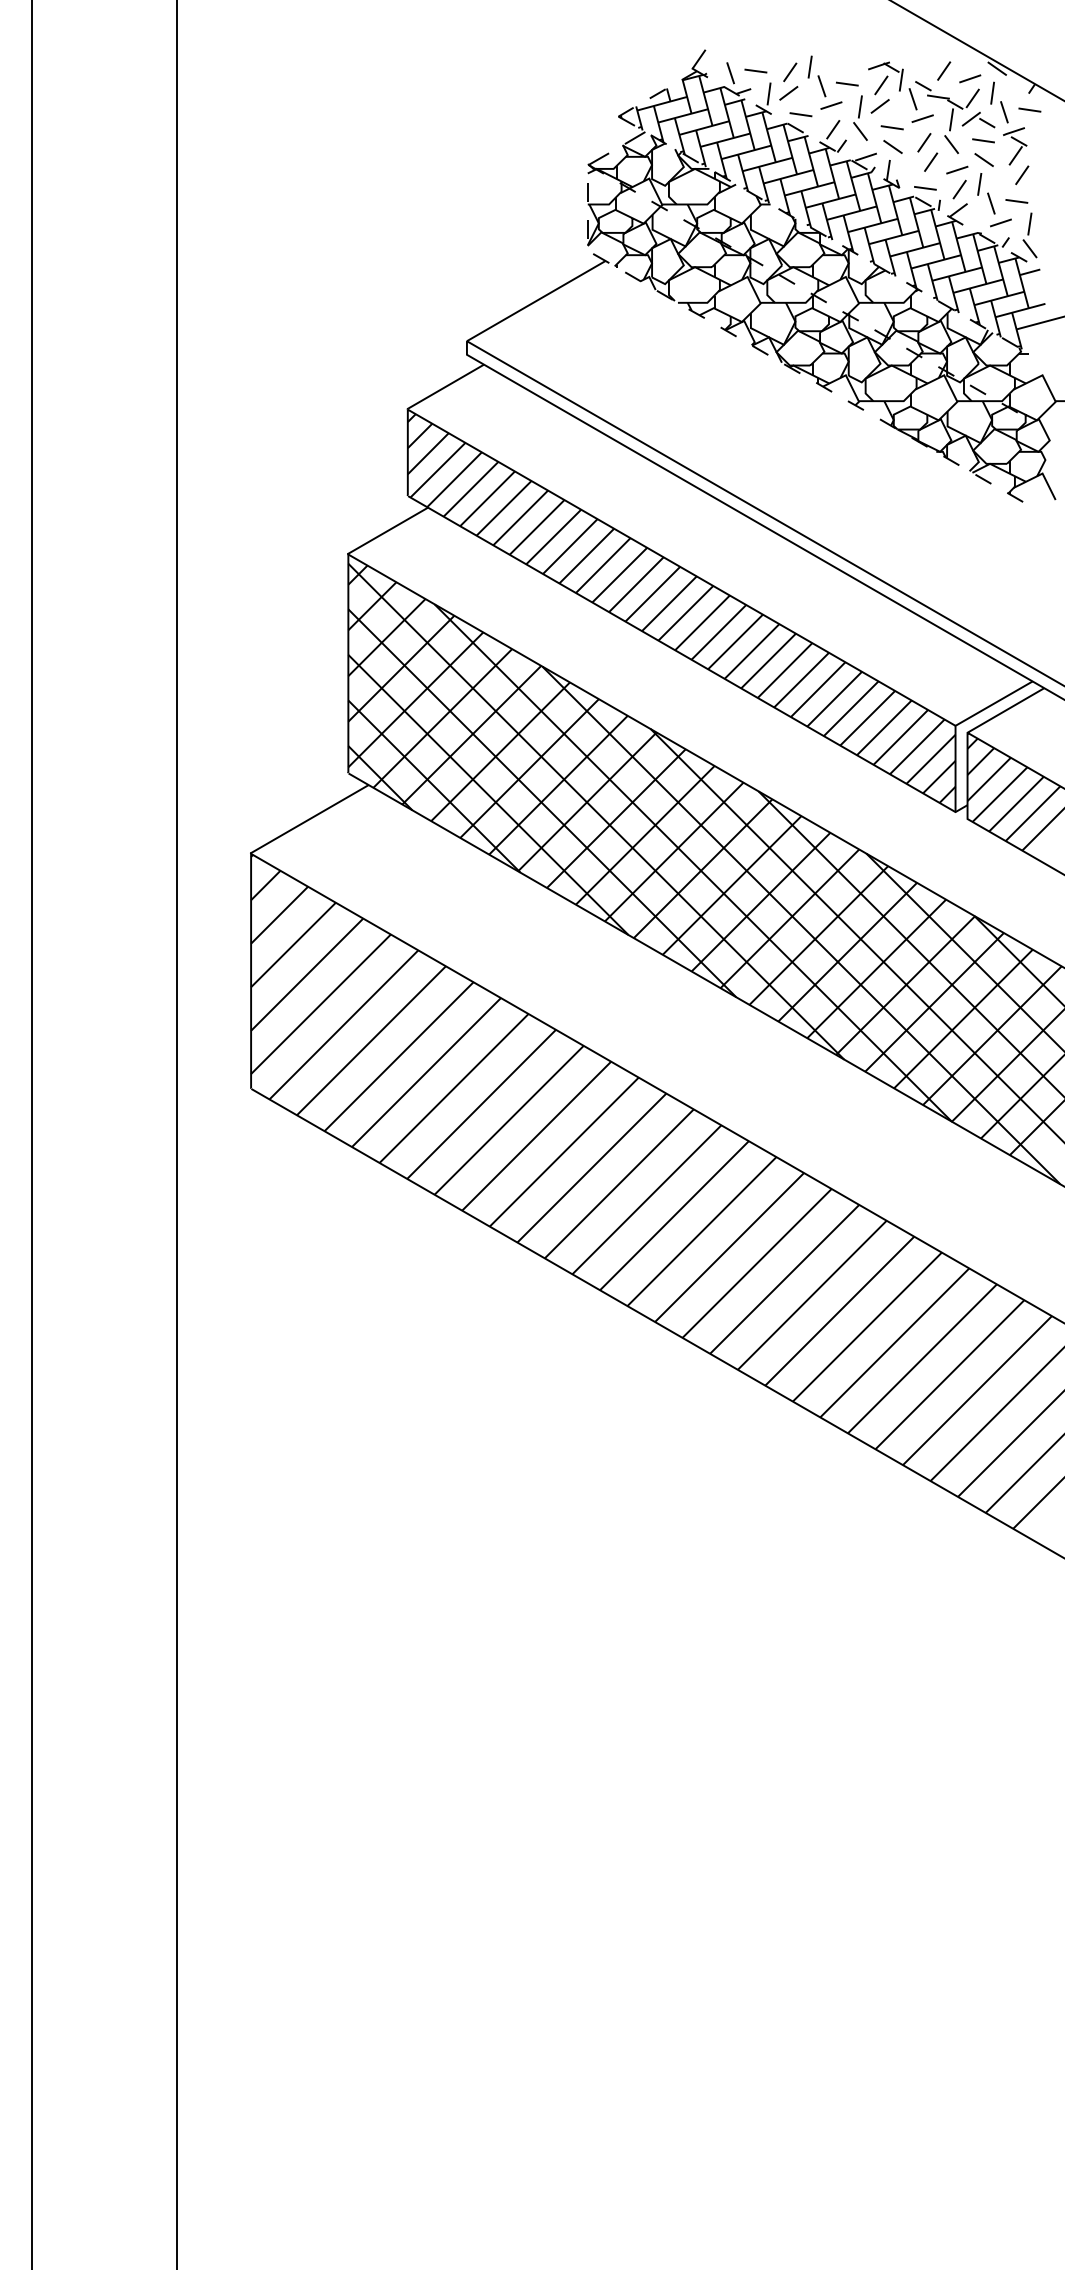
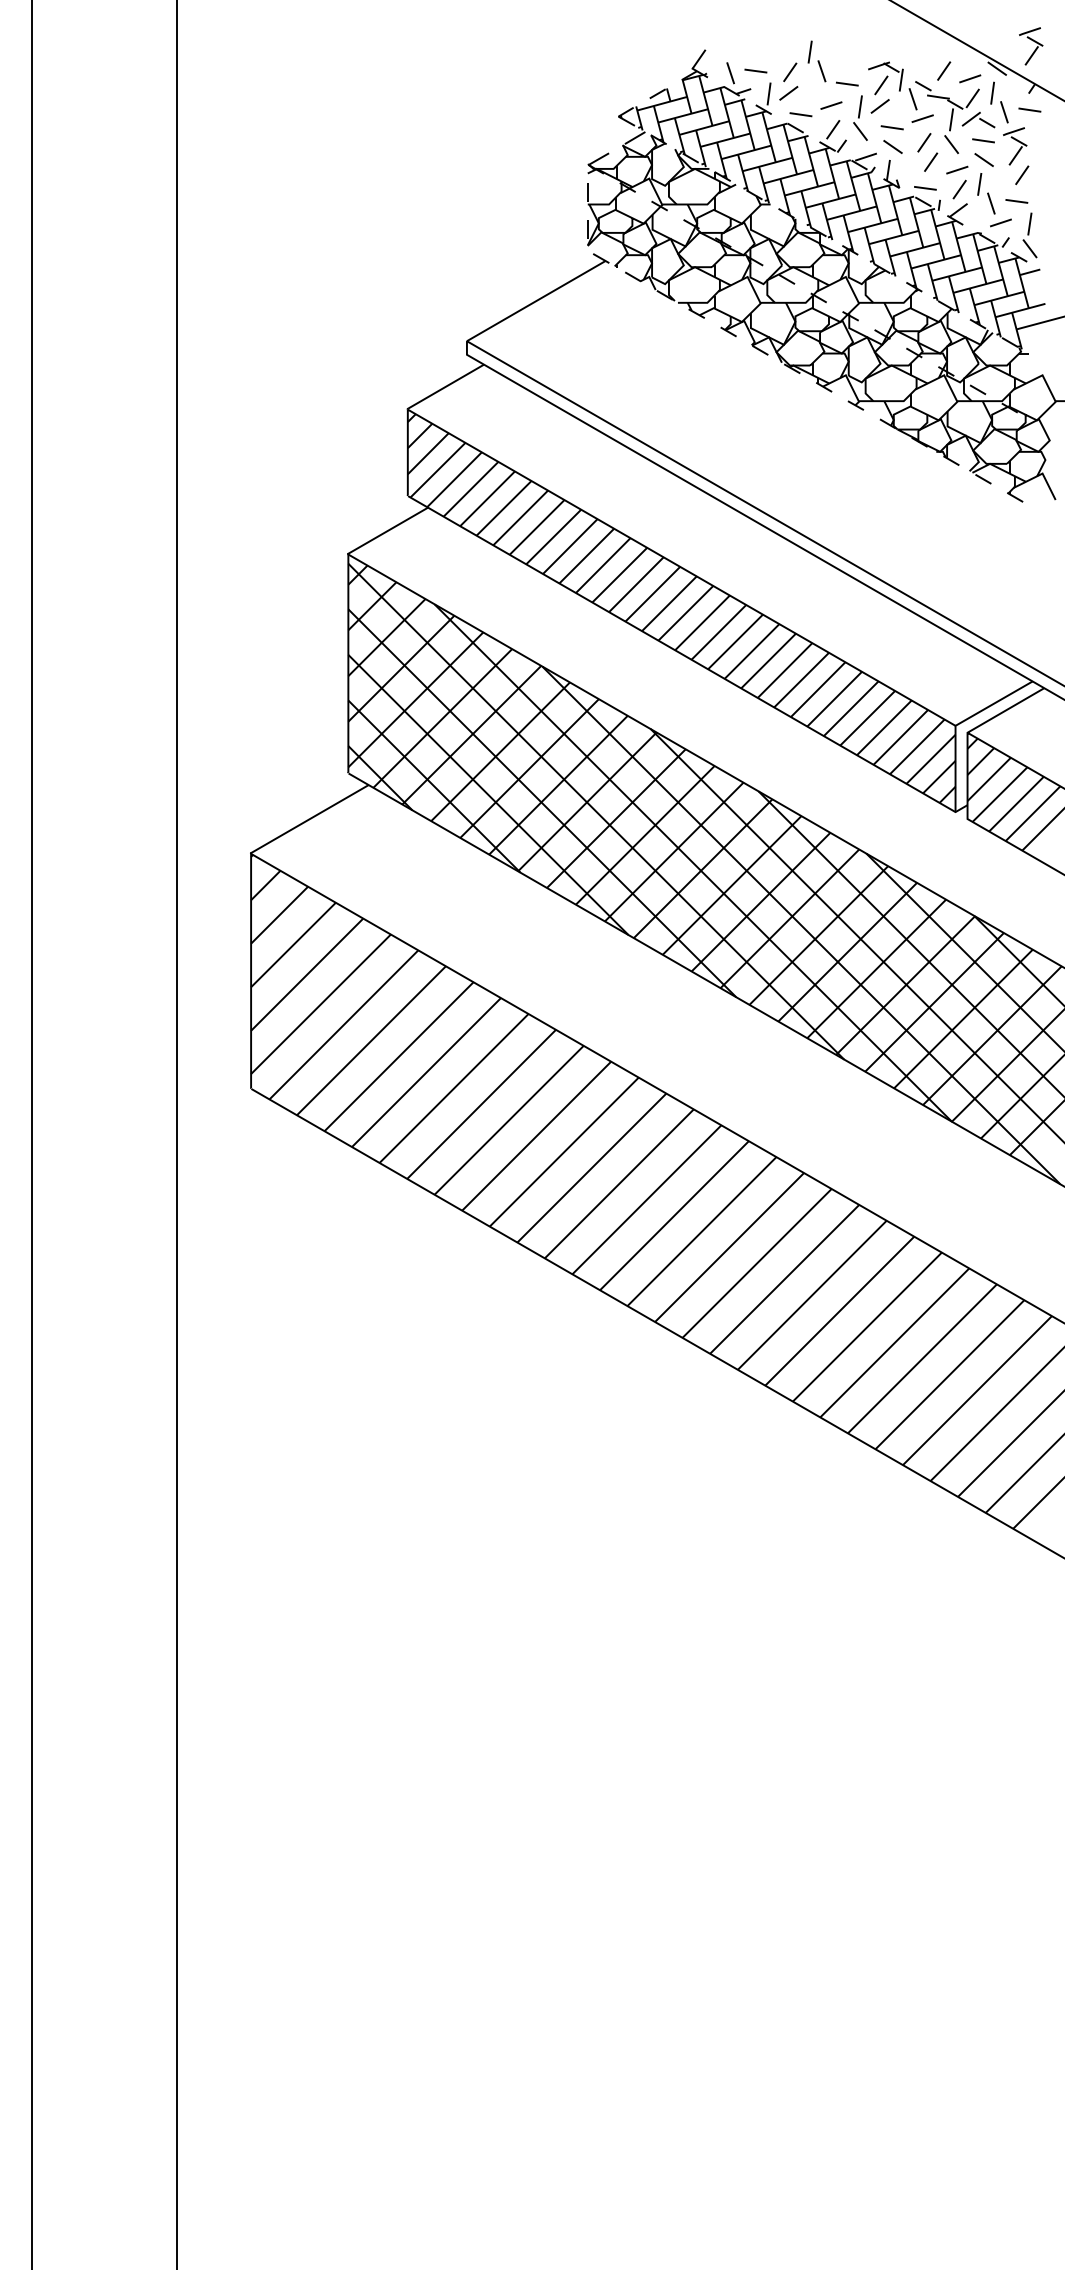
part at (1031, 46): none -> present
part at (816, 76) position: (816, 76) -> (816, 61)
